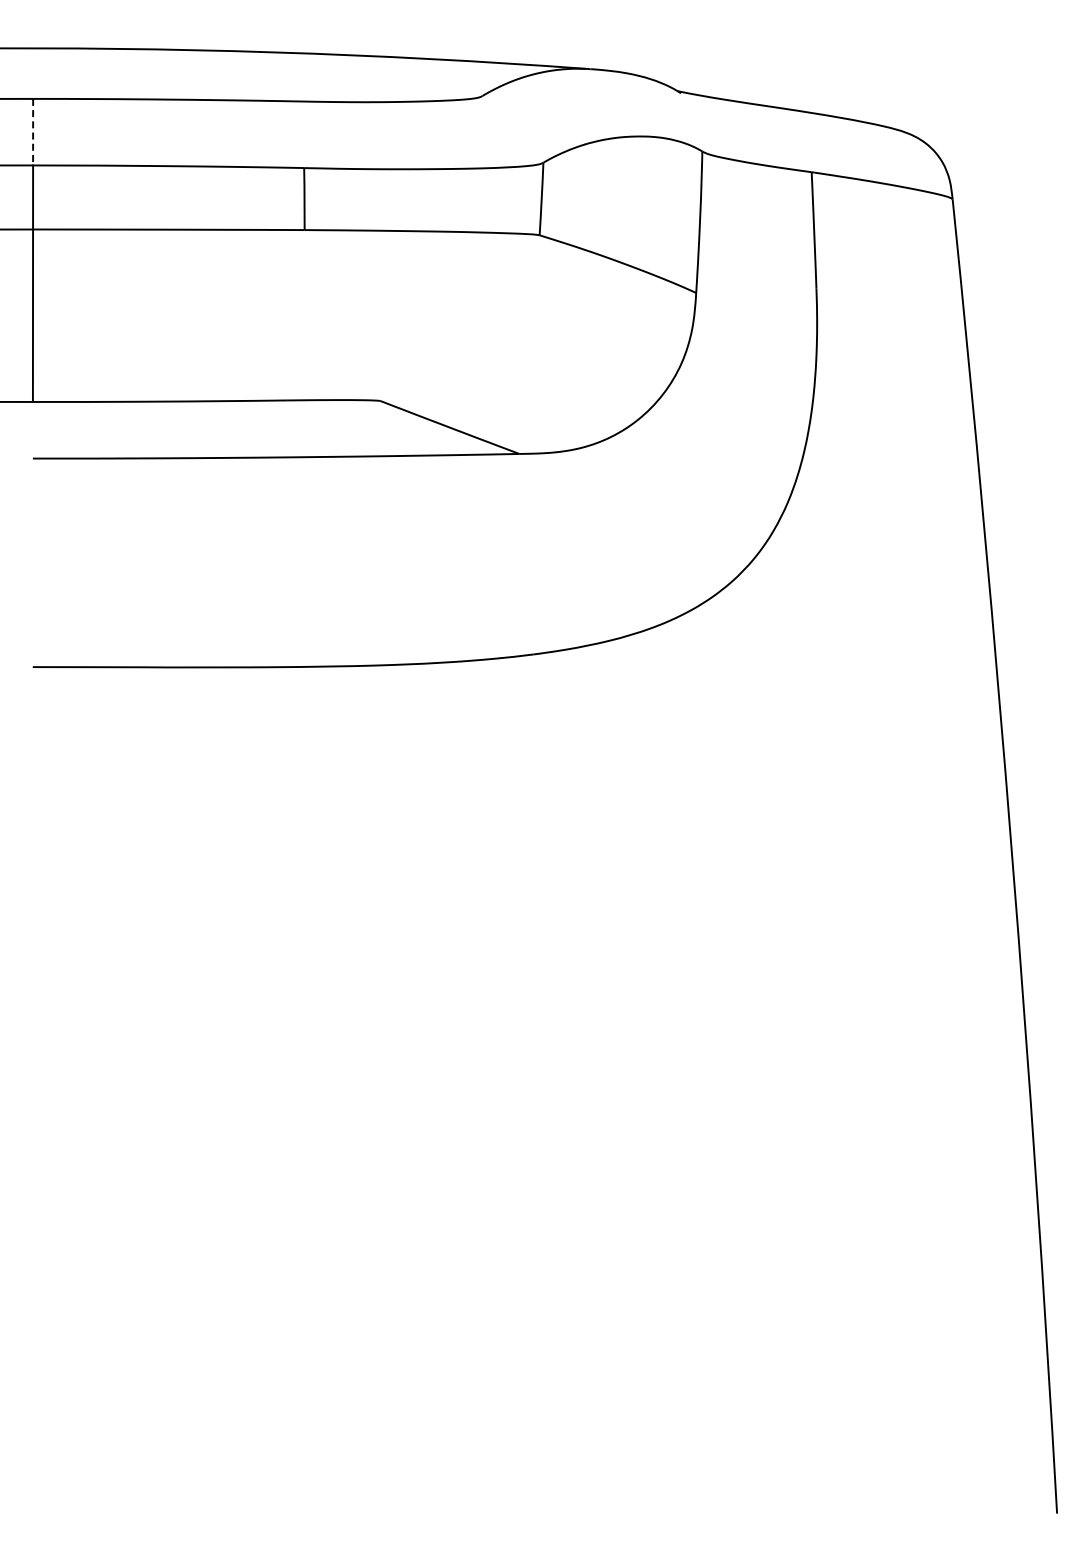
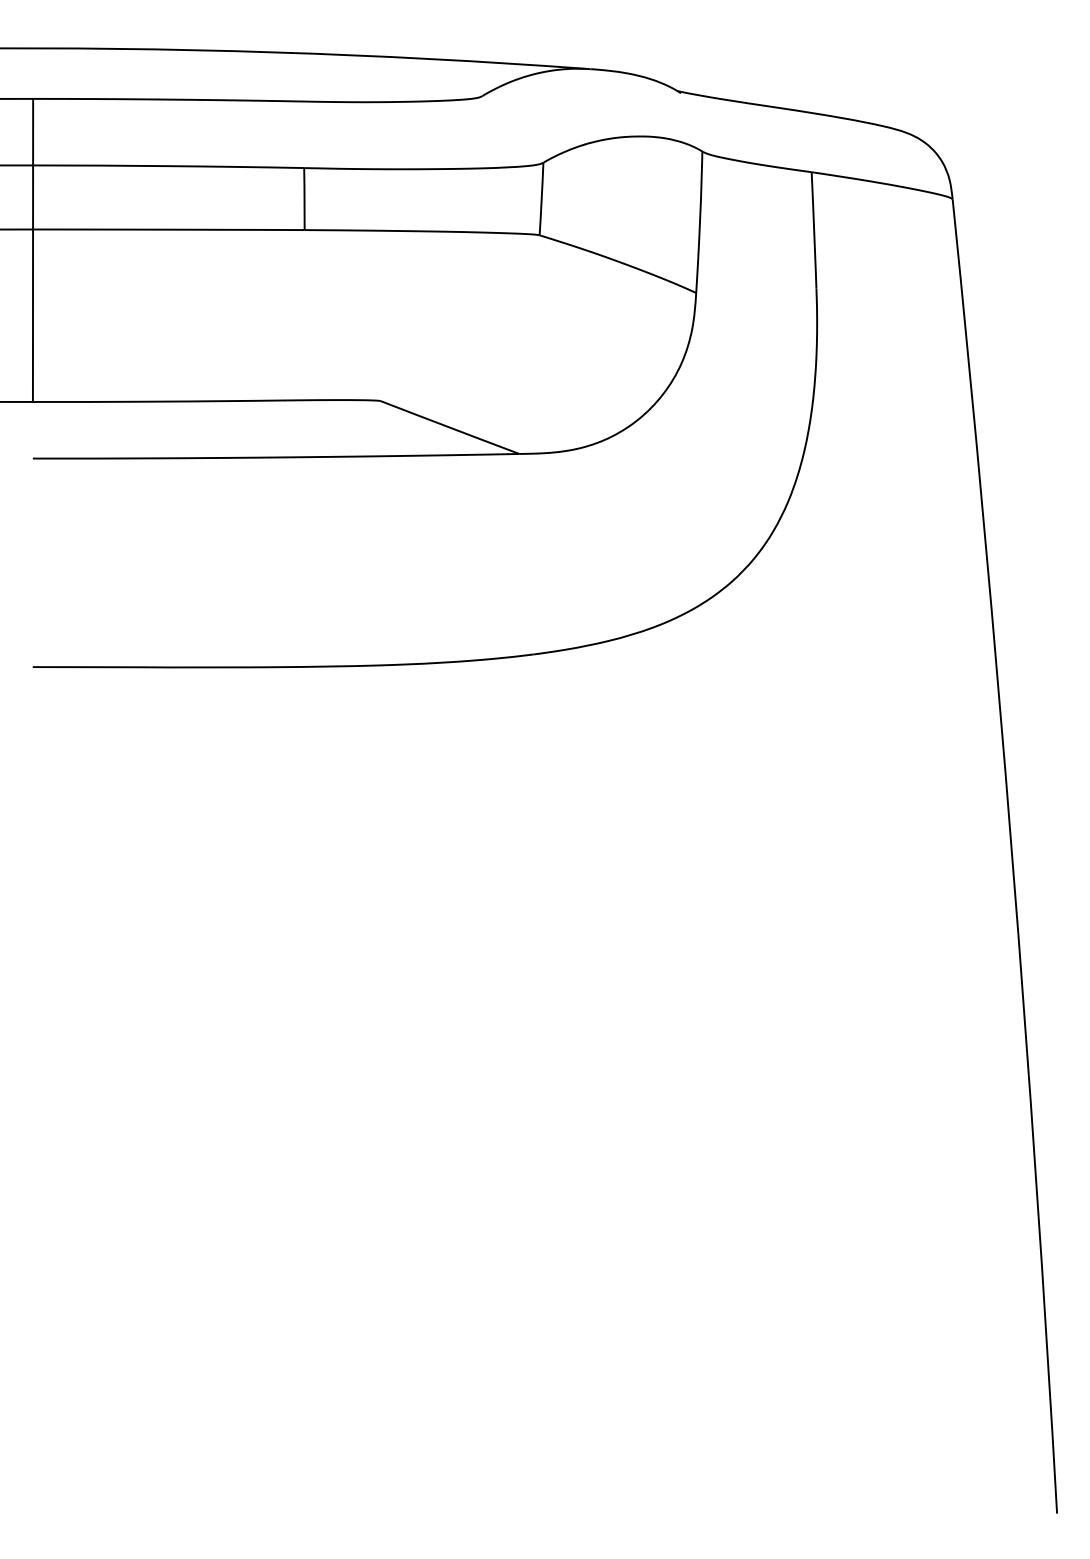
line at (33, 132): dashed -> solid
